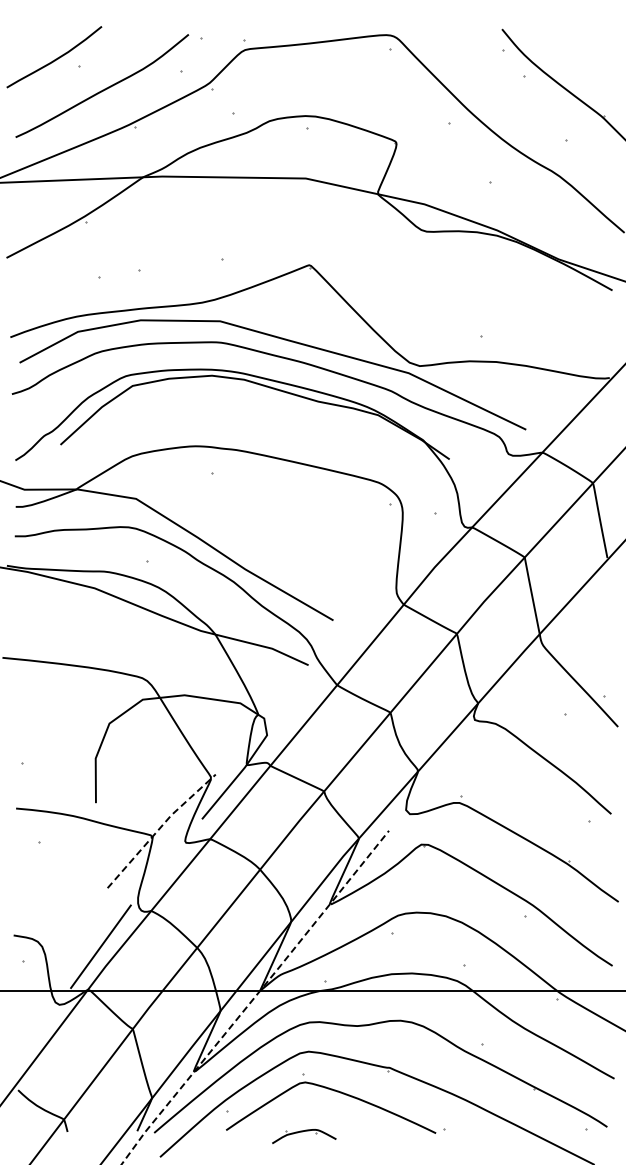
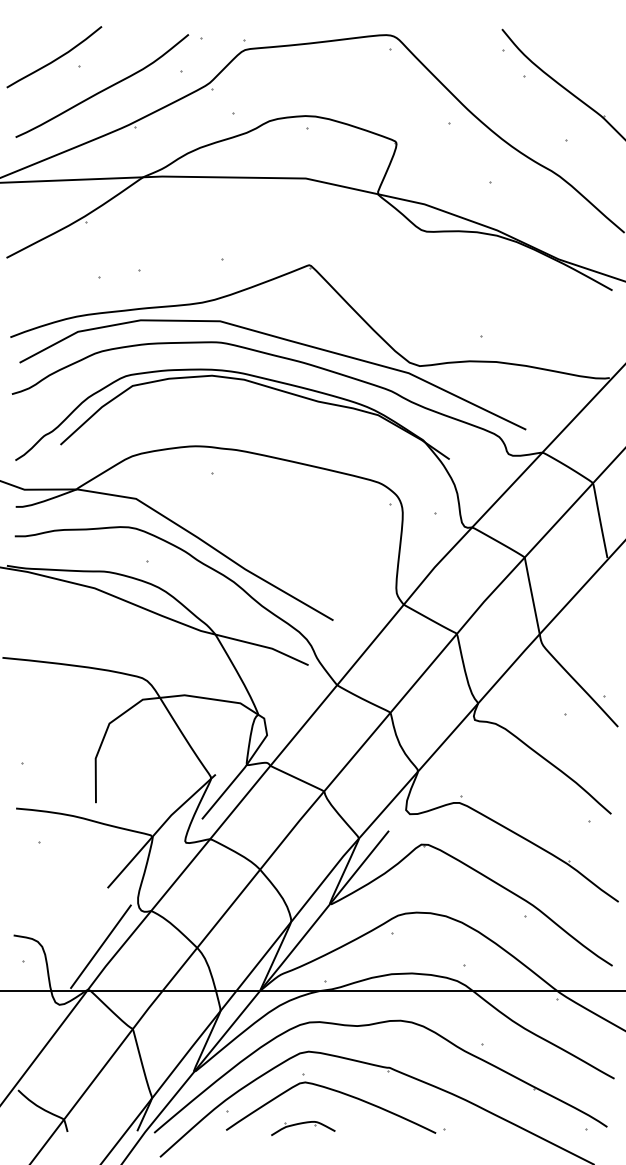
line at (160, 828): dashed -> solid
line at (255, 996): dashed -> solid
part at (304, 1136) position: (304, 1136) -> (303, 1128)
